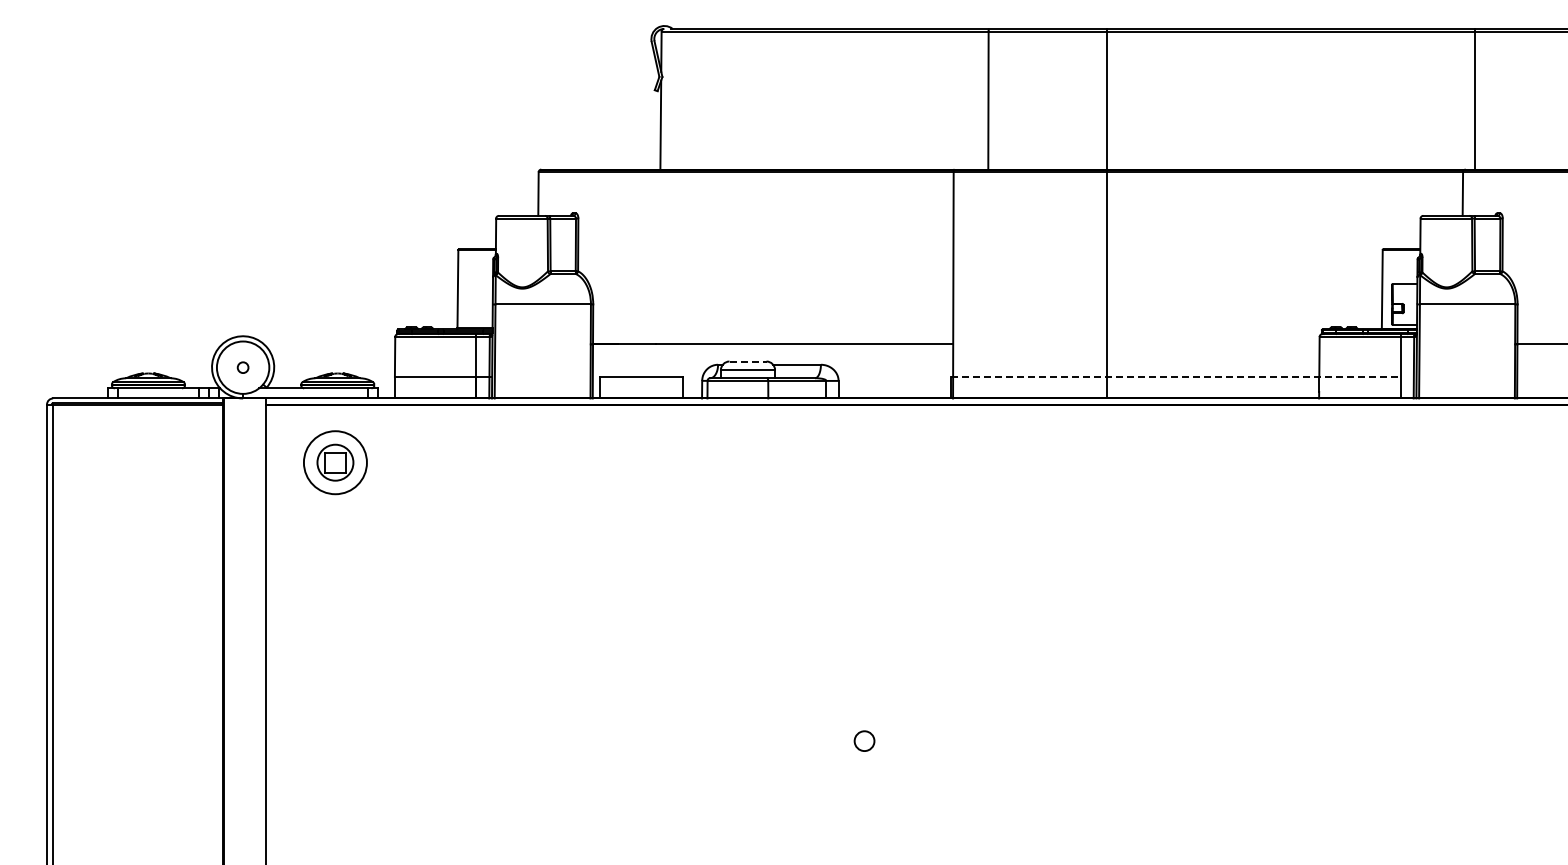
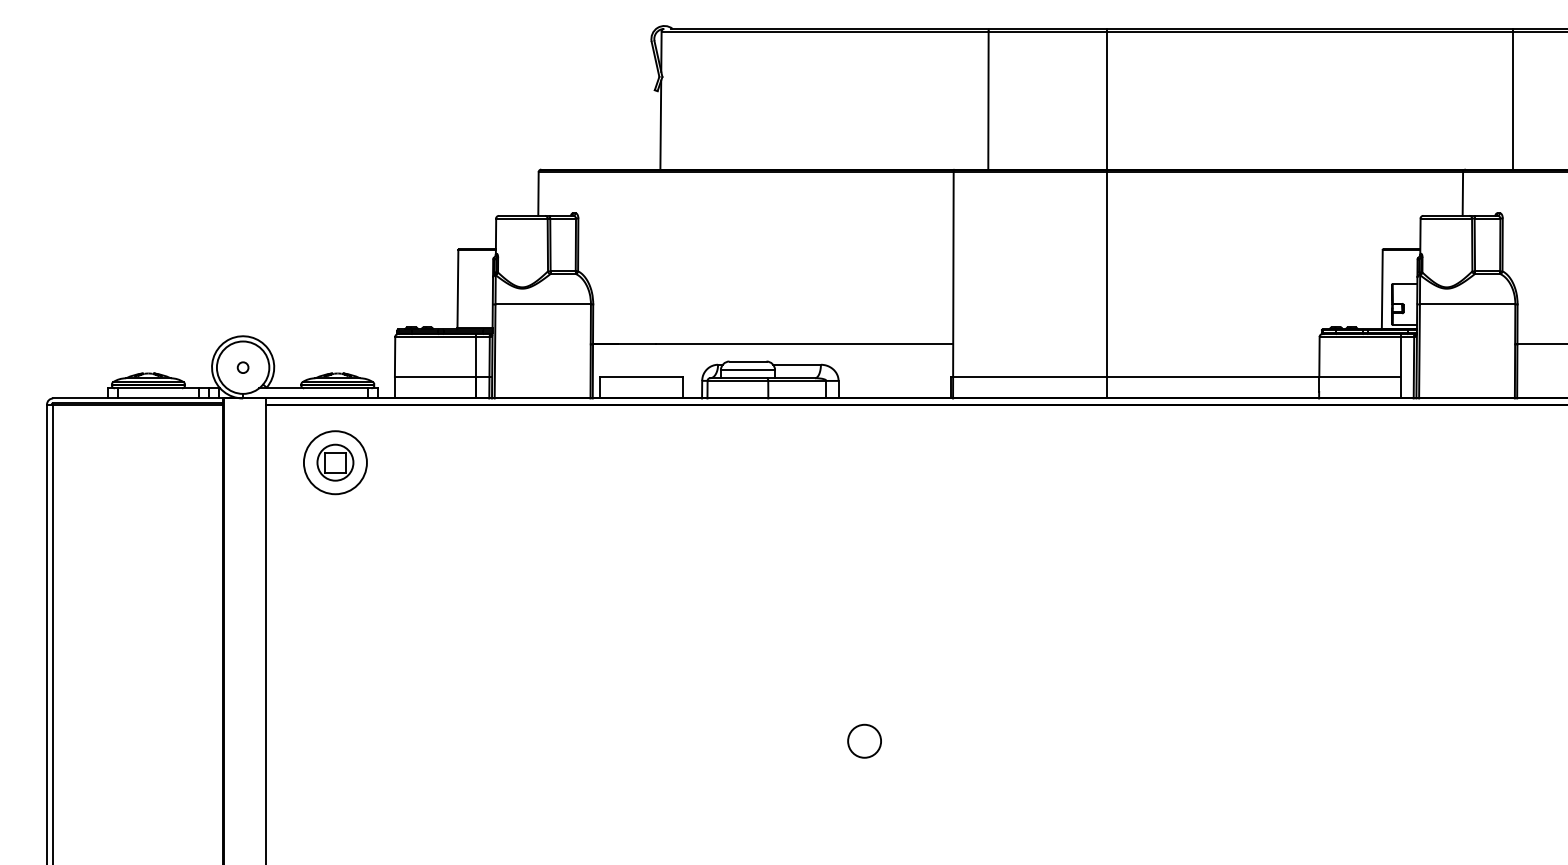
line at (1475, 98) position: (1475, 98) -> (1513, 98)
line at (748, 361): dashed -> solid
line at (1175, 377): dashed -> solid
circle at (864, 740) size: 23x22 px -> 35x36 px
